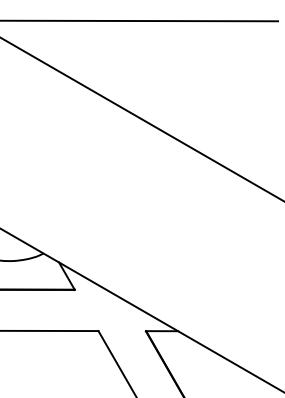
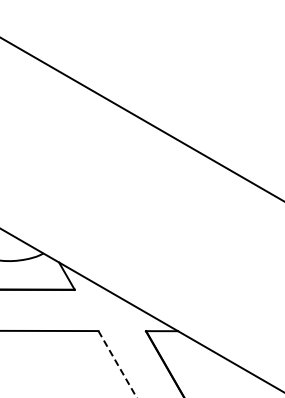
line at (140, 20): present -> none
line at (117, 364): solid -> dashed
